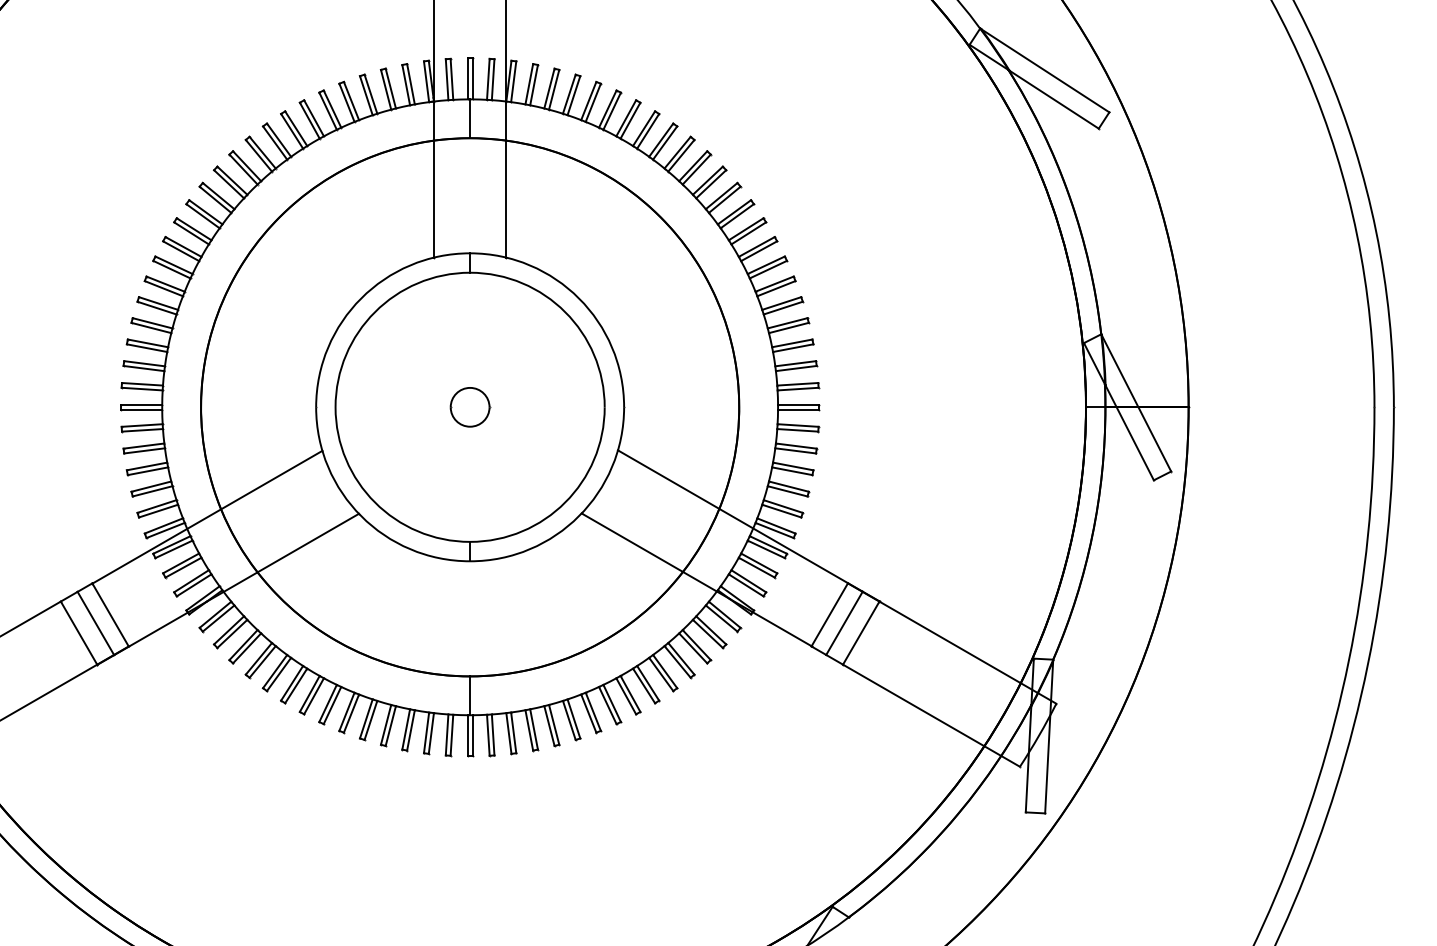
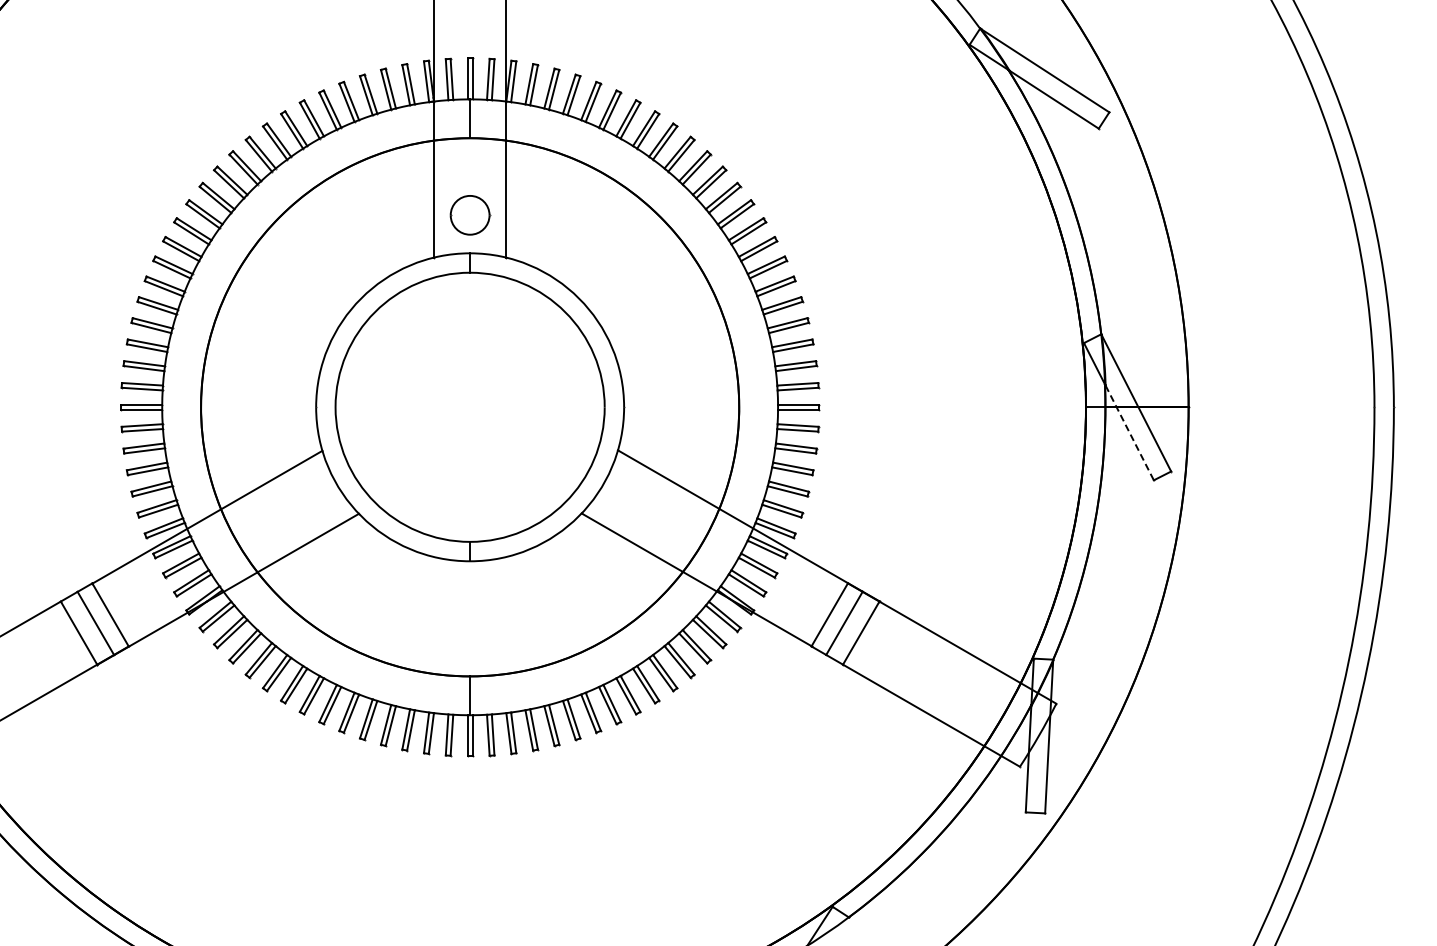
part at (470, 407) position: (470, 407) -> (470, 215)
line at (1129, 433): solid -> dashed
